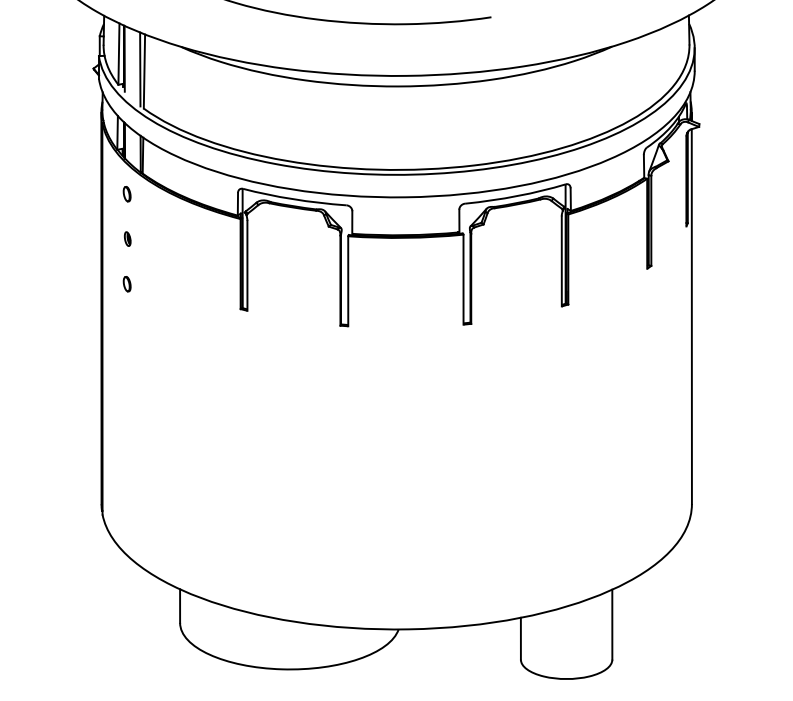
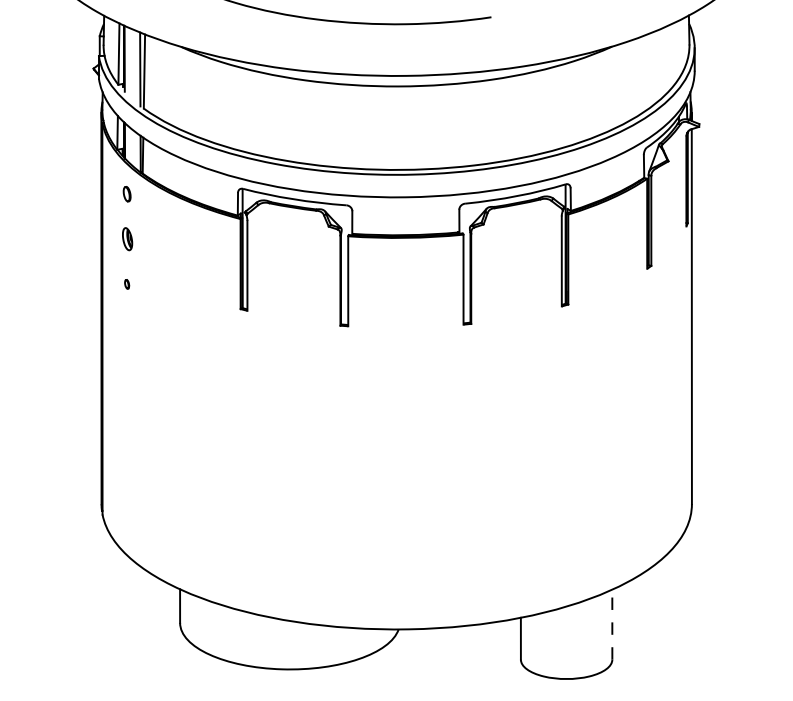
part at (127, 238) size: 8x16 px -> 12x25 px
part at (126, 284) size: 10x17 px -> 7x11 px
line at (612, 624): solid -> dashed
